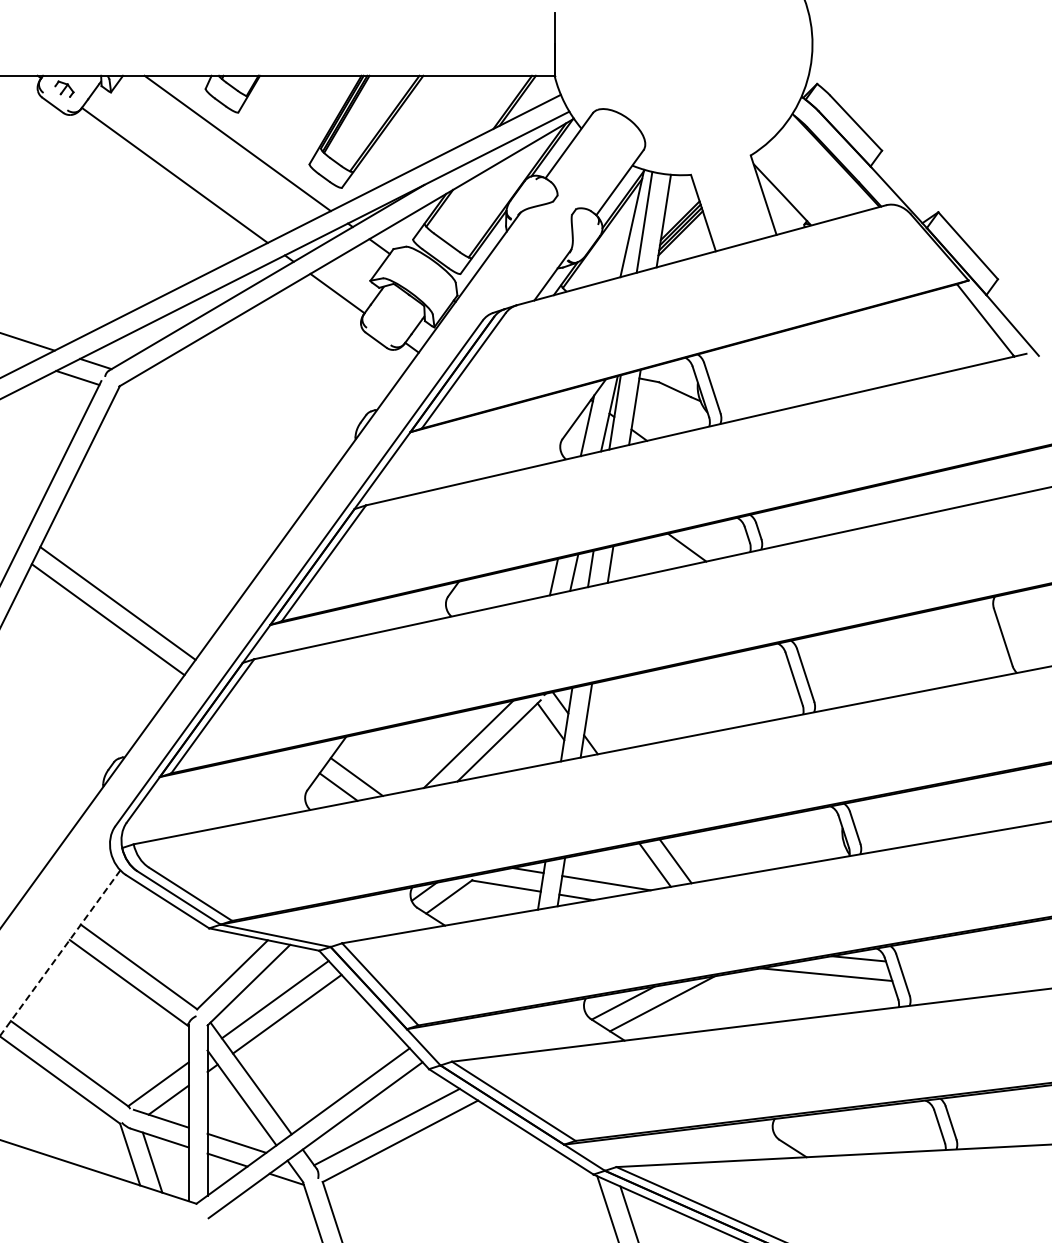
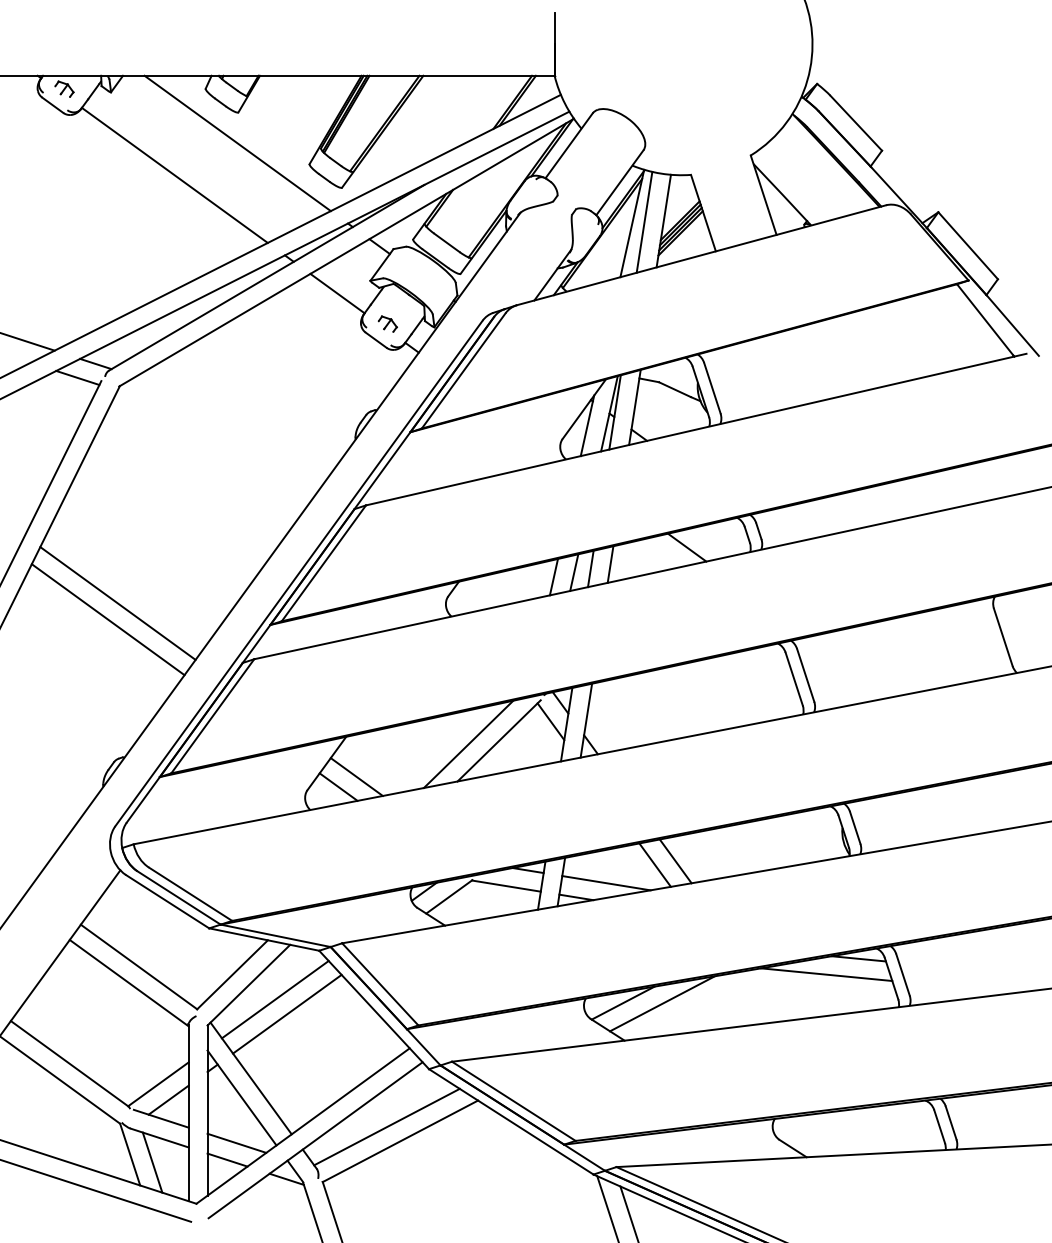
part at (387, 323): none -> present
line at (59, 953): dashed -> solid
line at (96, 1190): none -> present
